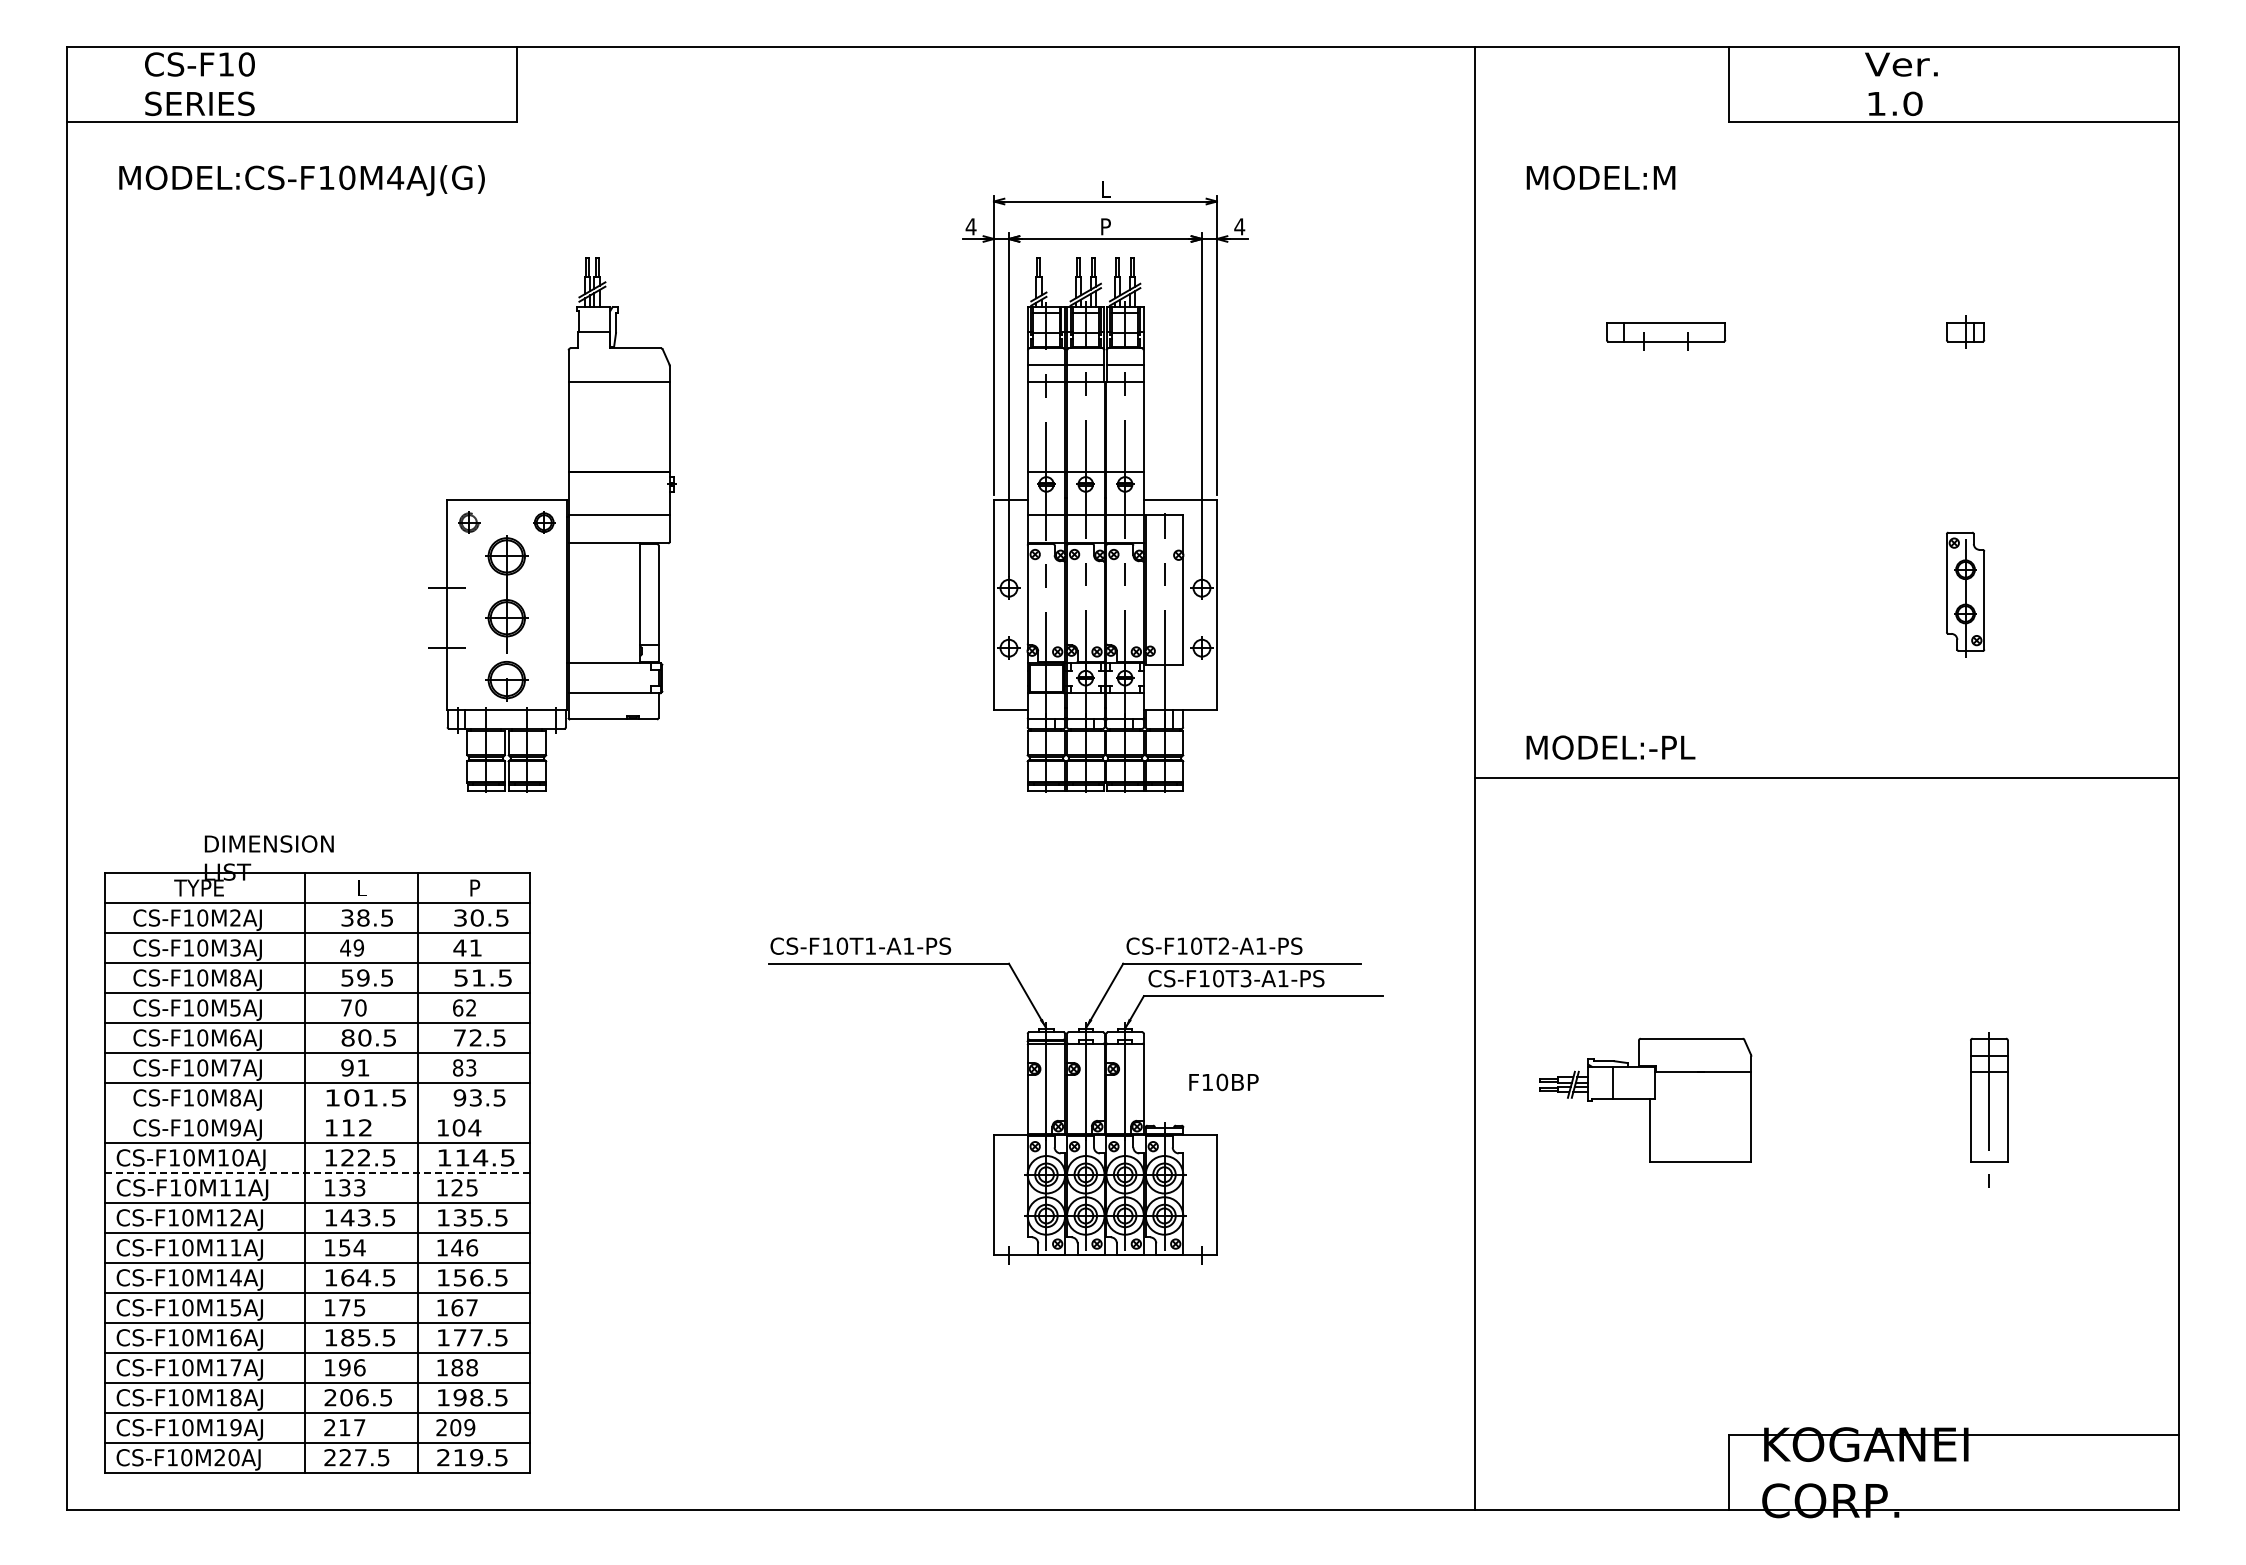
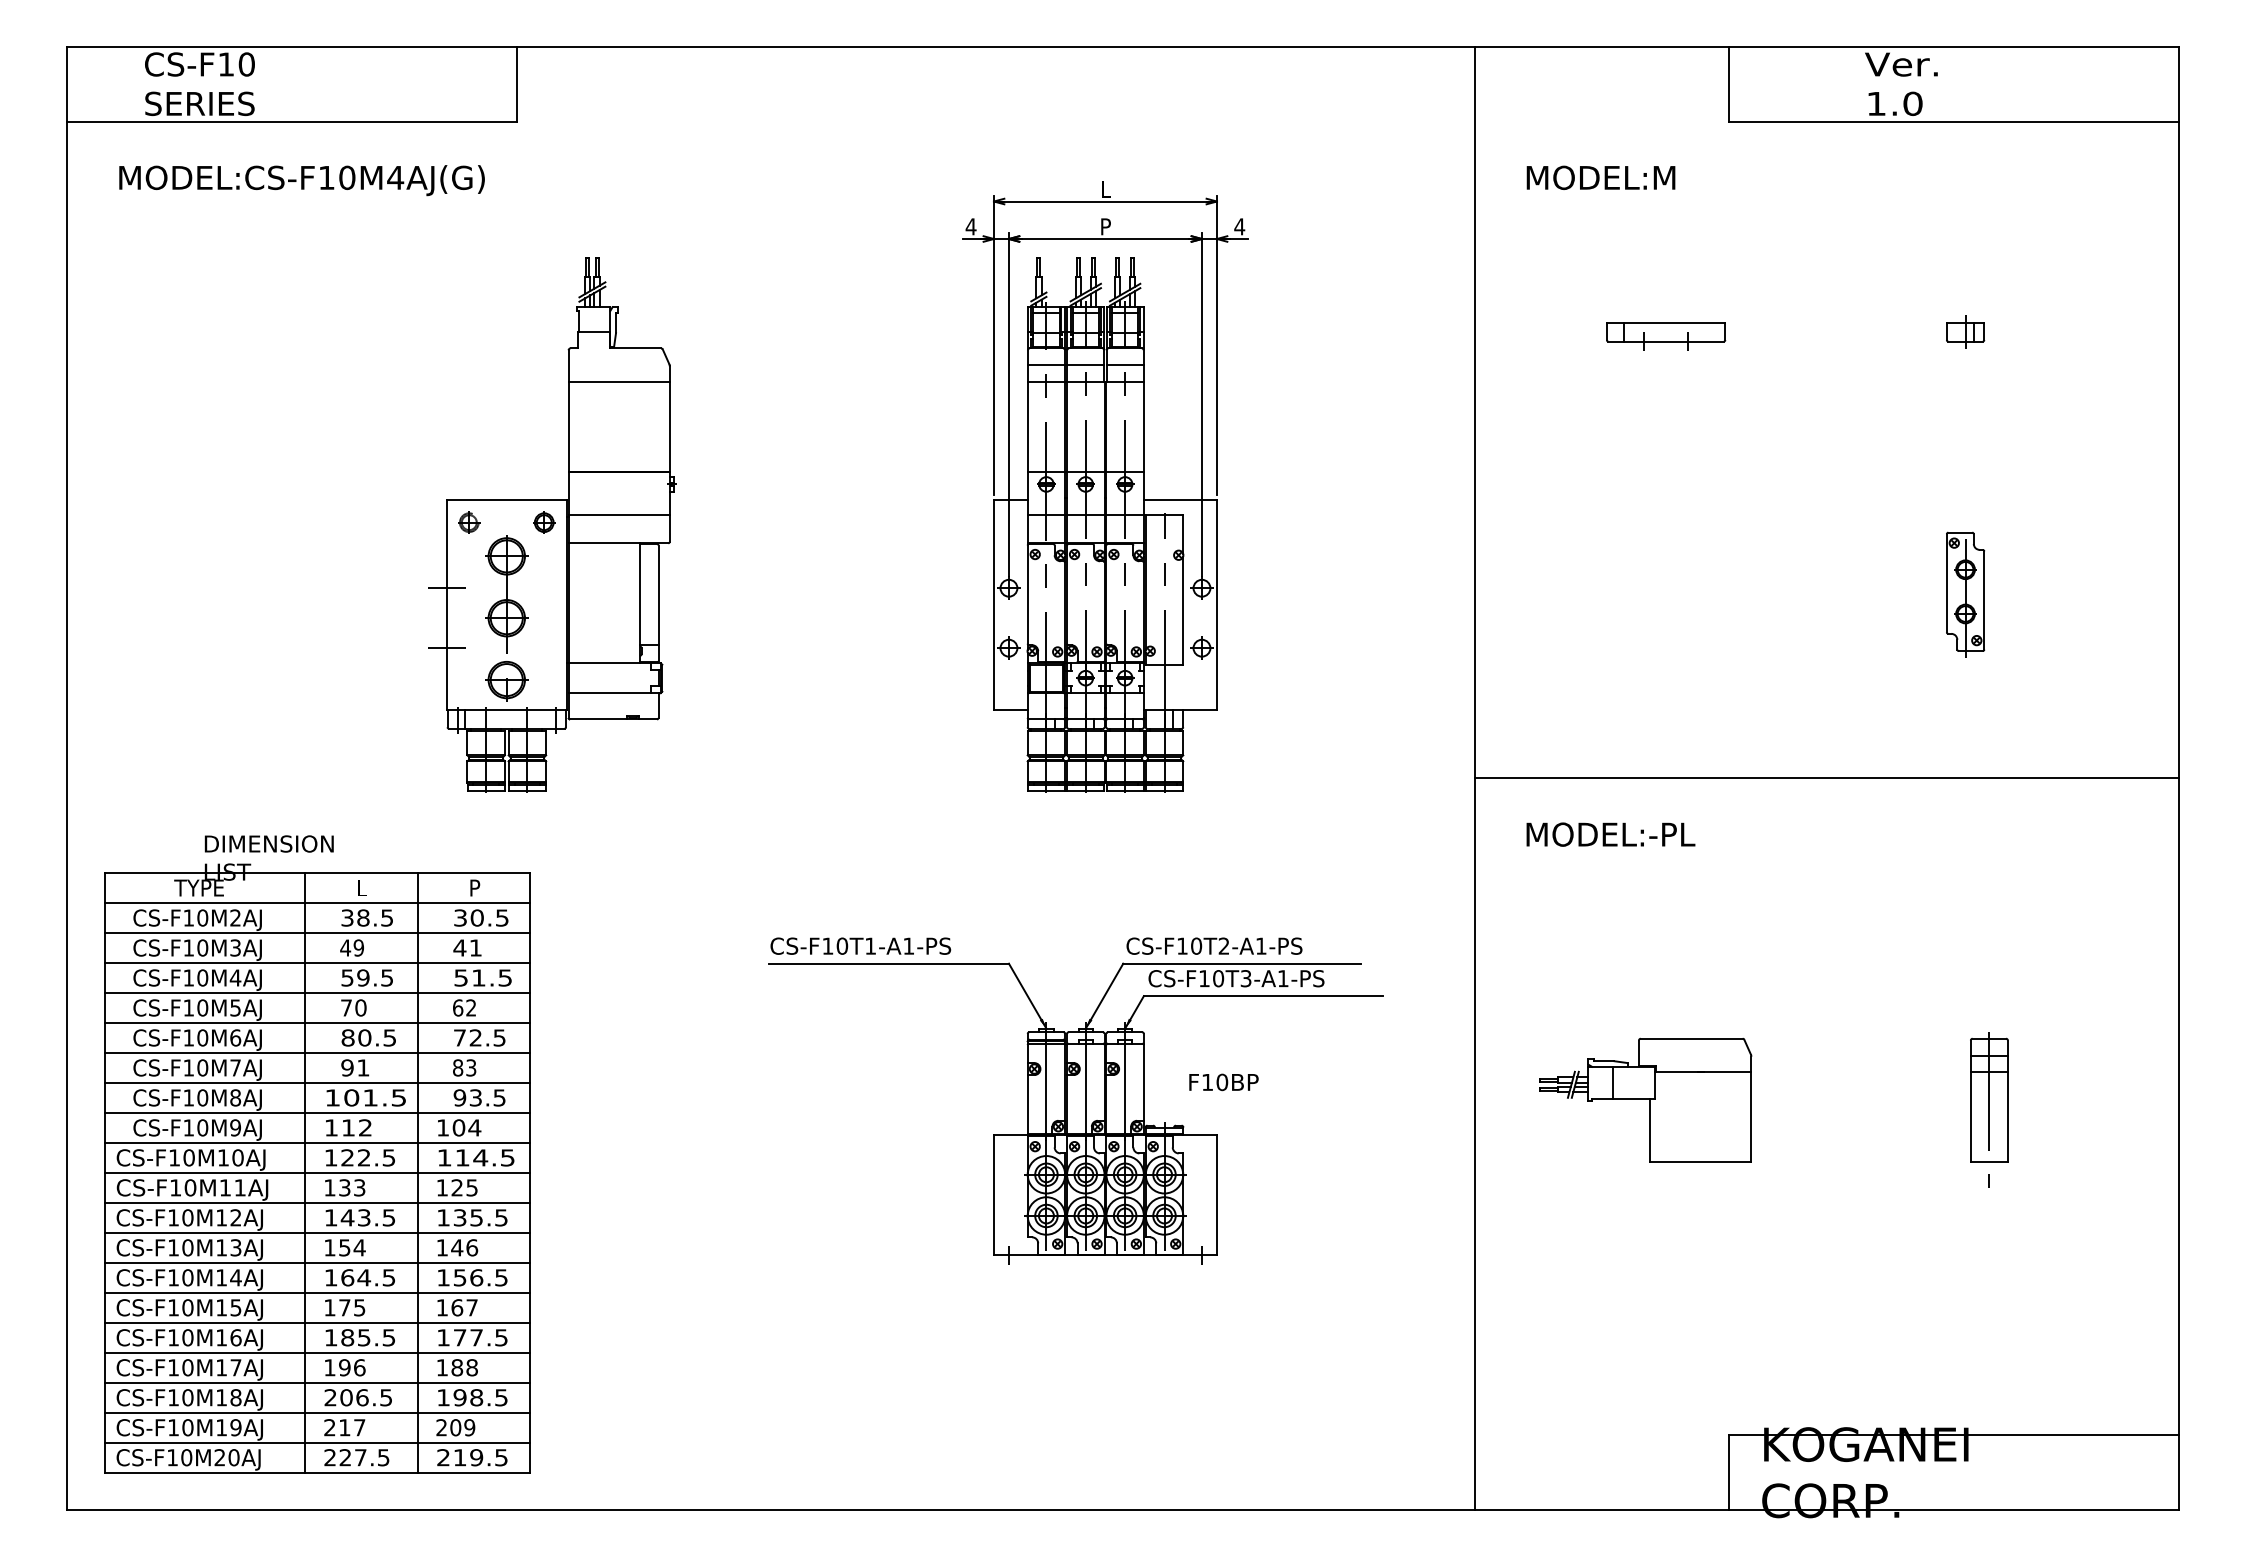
text at (1610, 747) position: (1610, 747) -> (1610, 834)
text at (235, 977): CS-F10M8AJ -> CS-F10M4AJ
line at (317, 1112): none -> present
line at (317, 1172): dashed -> solid
text at (235, 1247): CS-F10M11AJ -> CS-F10M13AJ
